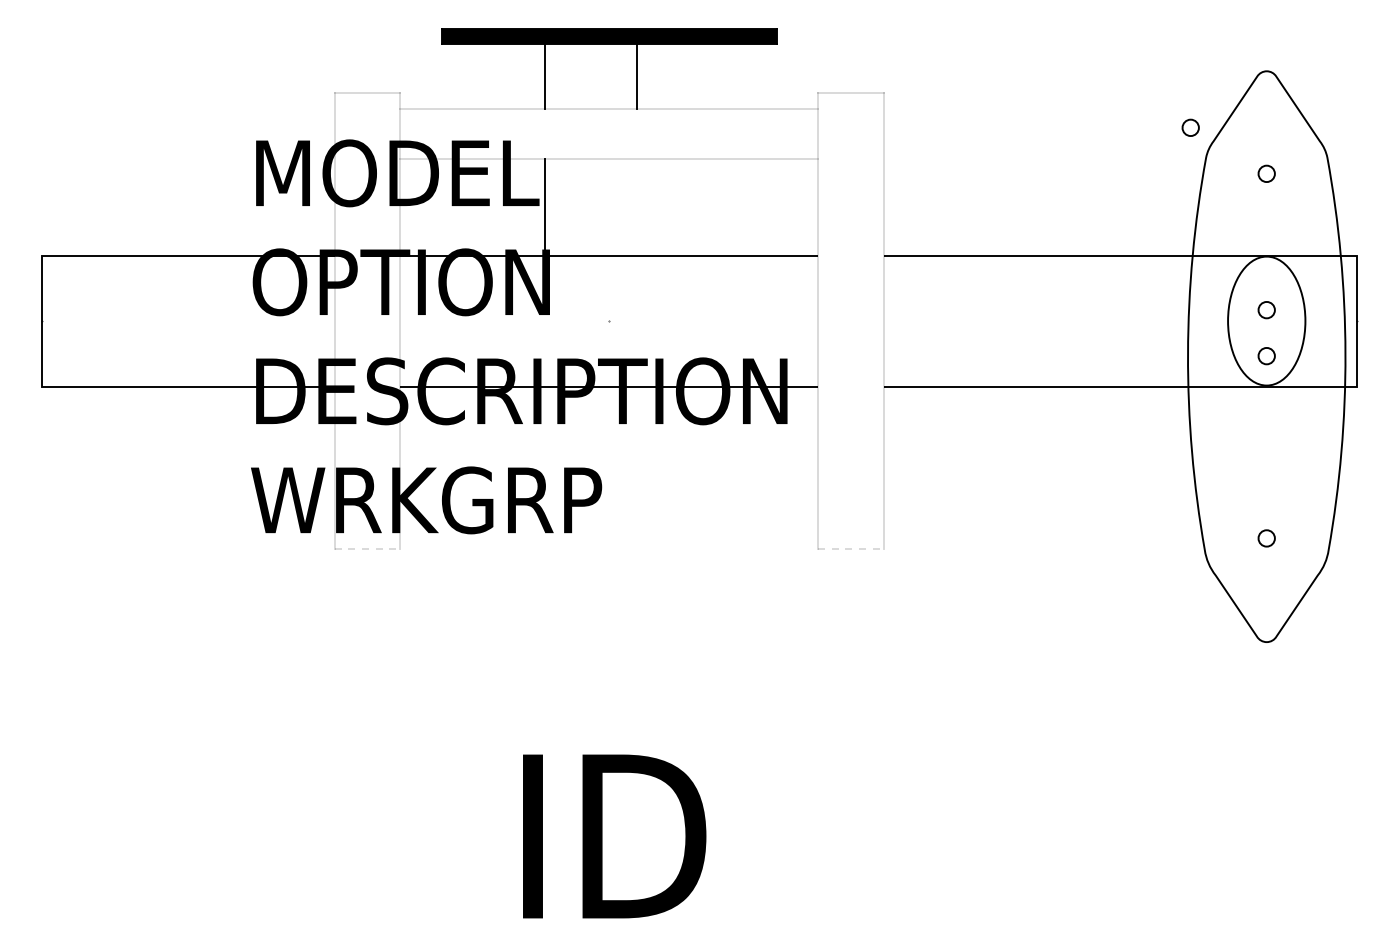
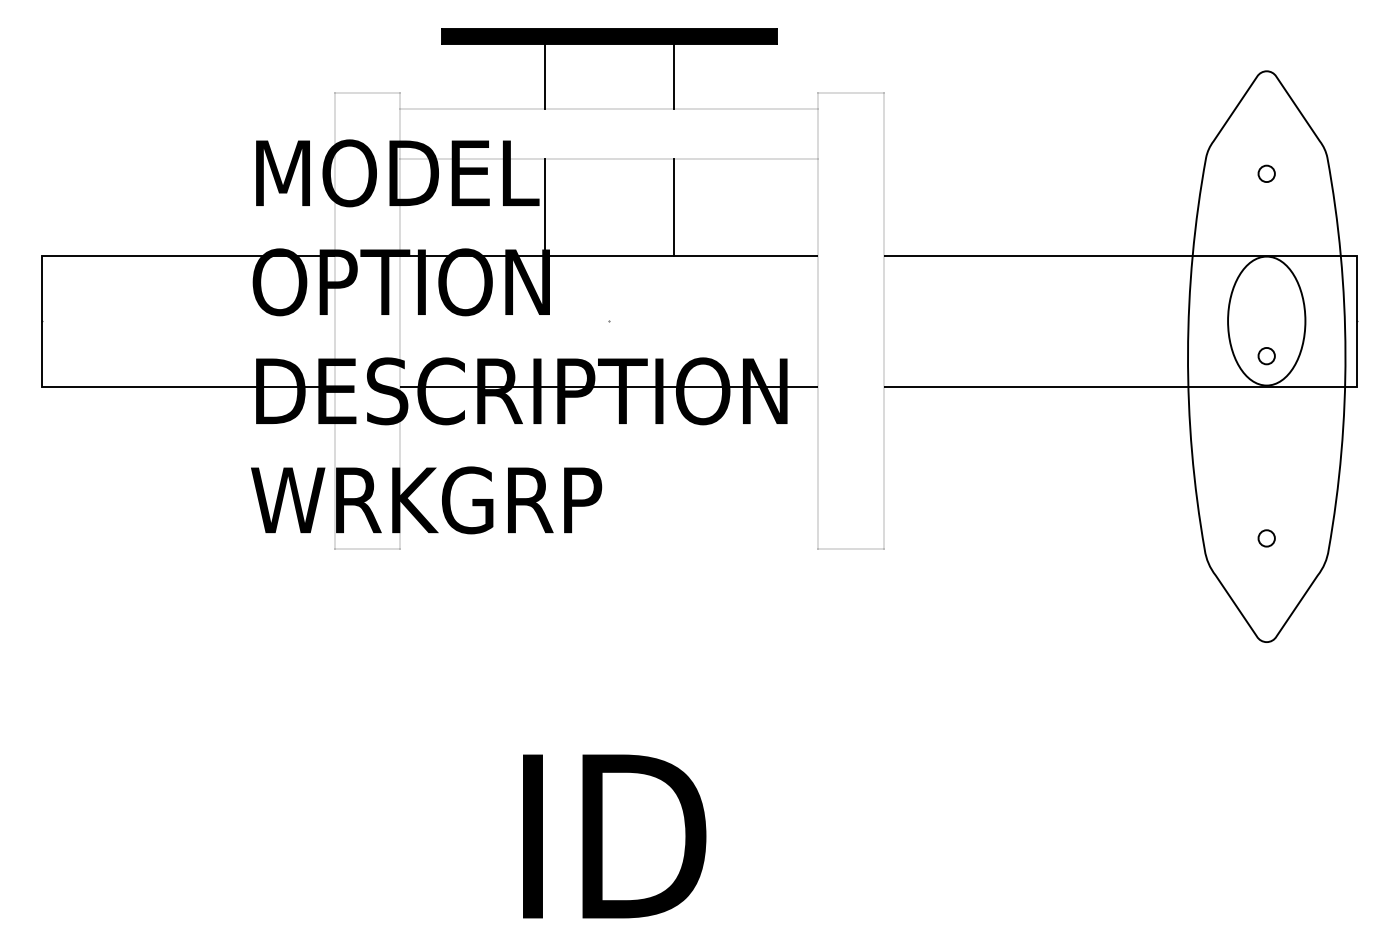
line at (636, 76) position: (636, 76) -> (673, 76)
part at (1190, 127): present -> none
line at (673, 206): none -> present
part at (1266, 310): present -> none
line at (367, 549): dashed -> solid
line at (851, 549): dashed -> solid
